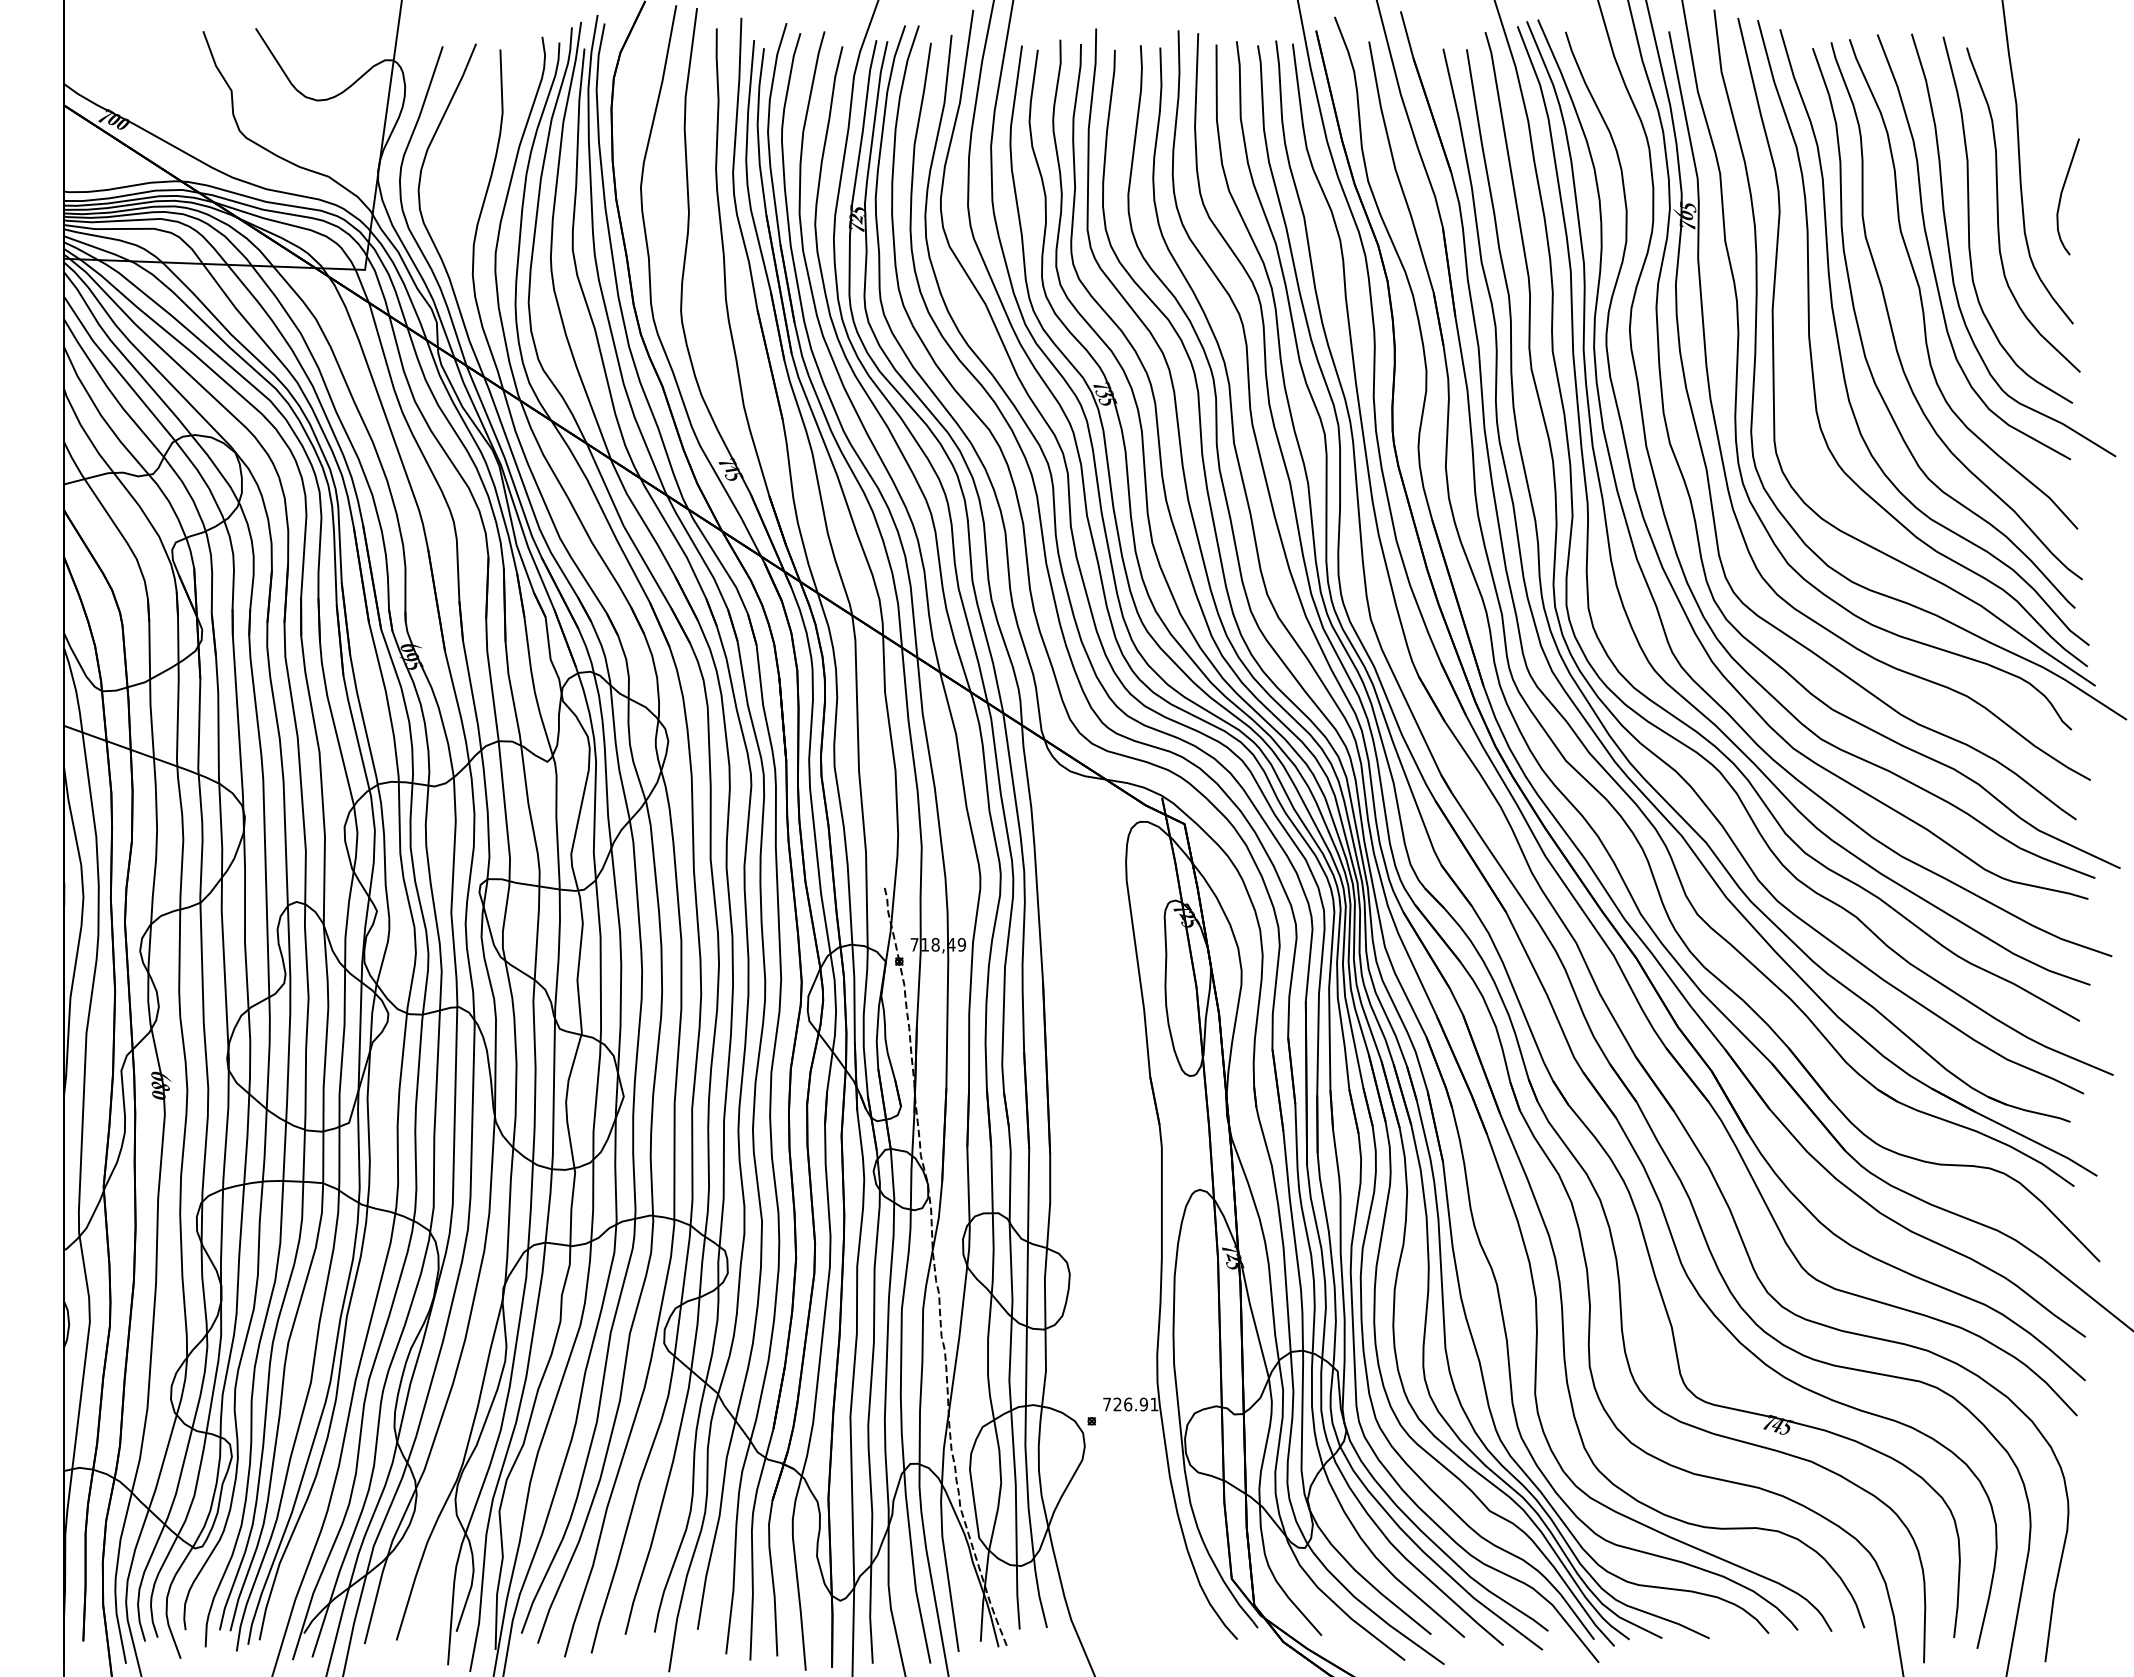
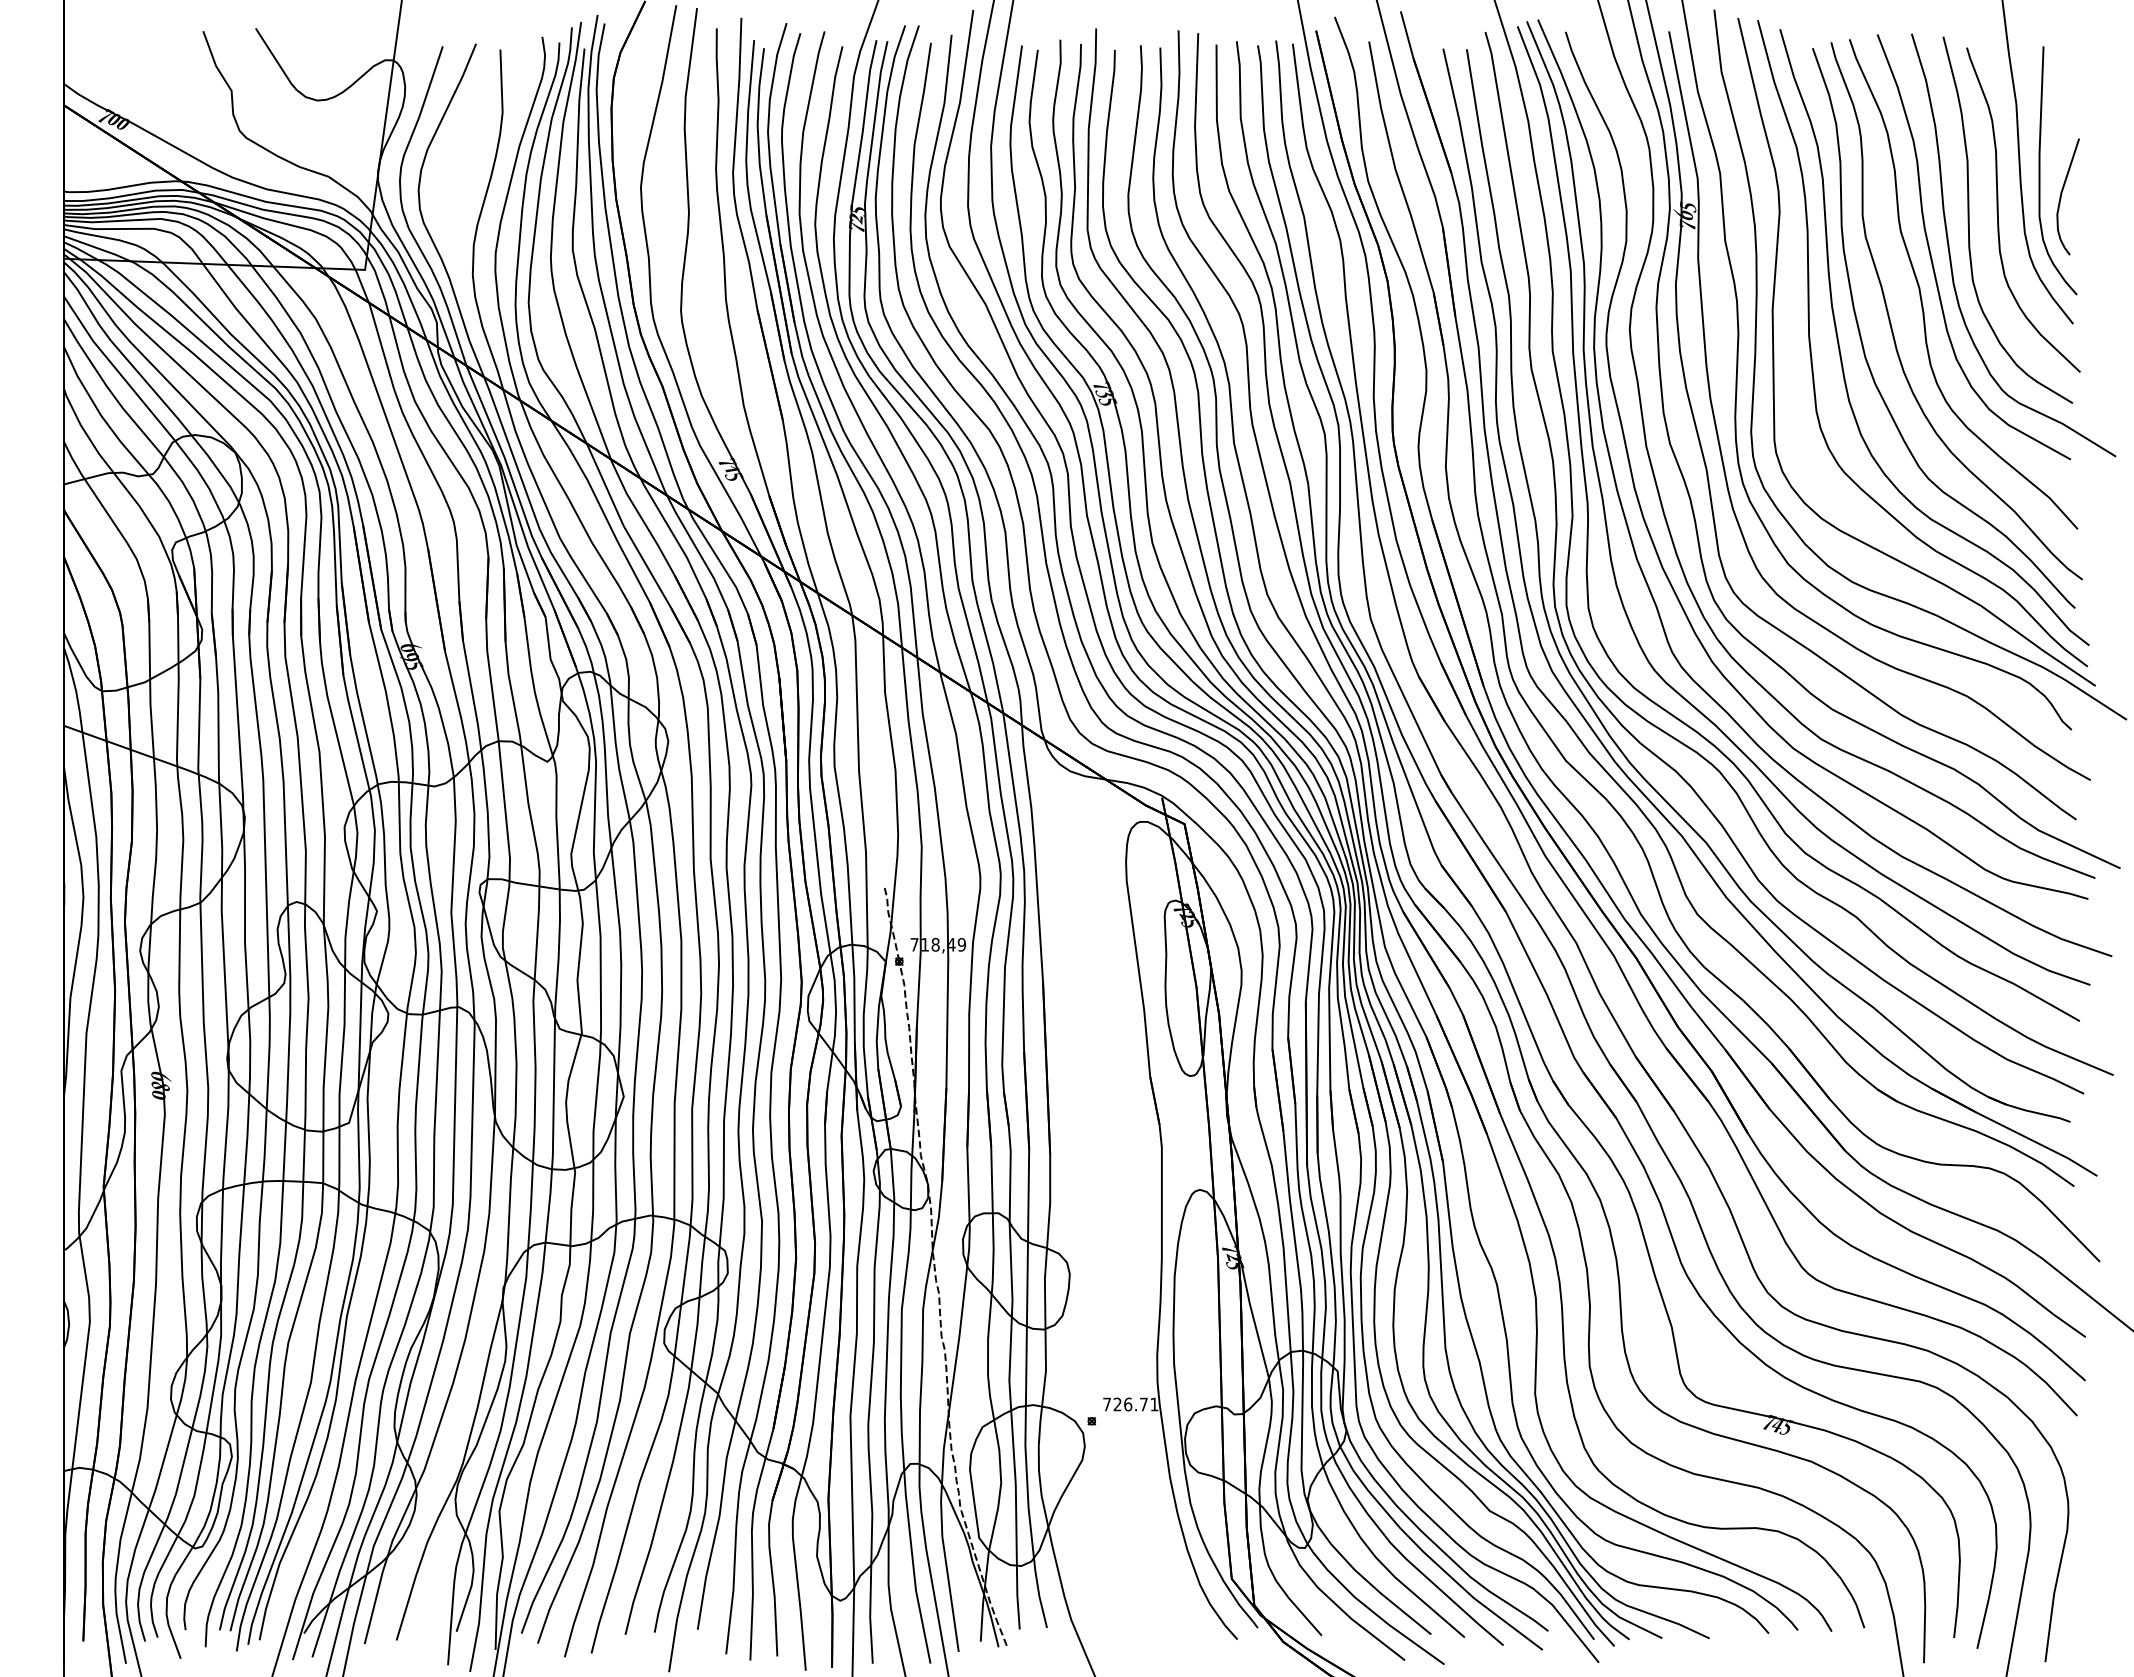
curve at (2040, 170): none -> present
text at (1143, 1404): 726.91 -> 726.71
